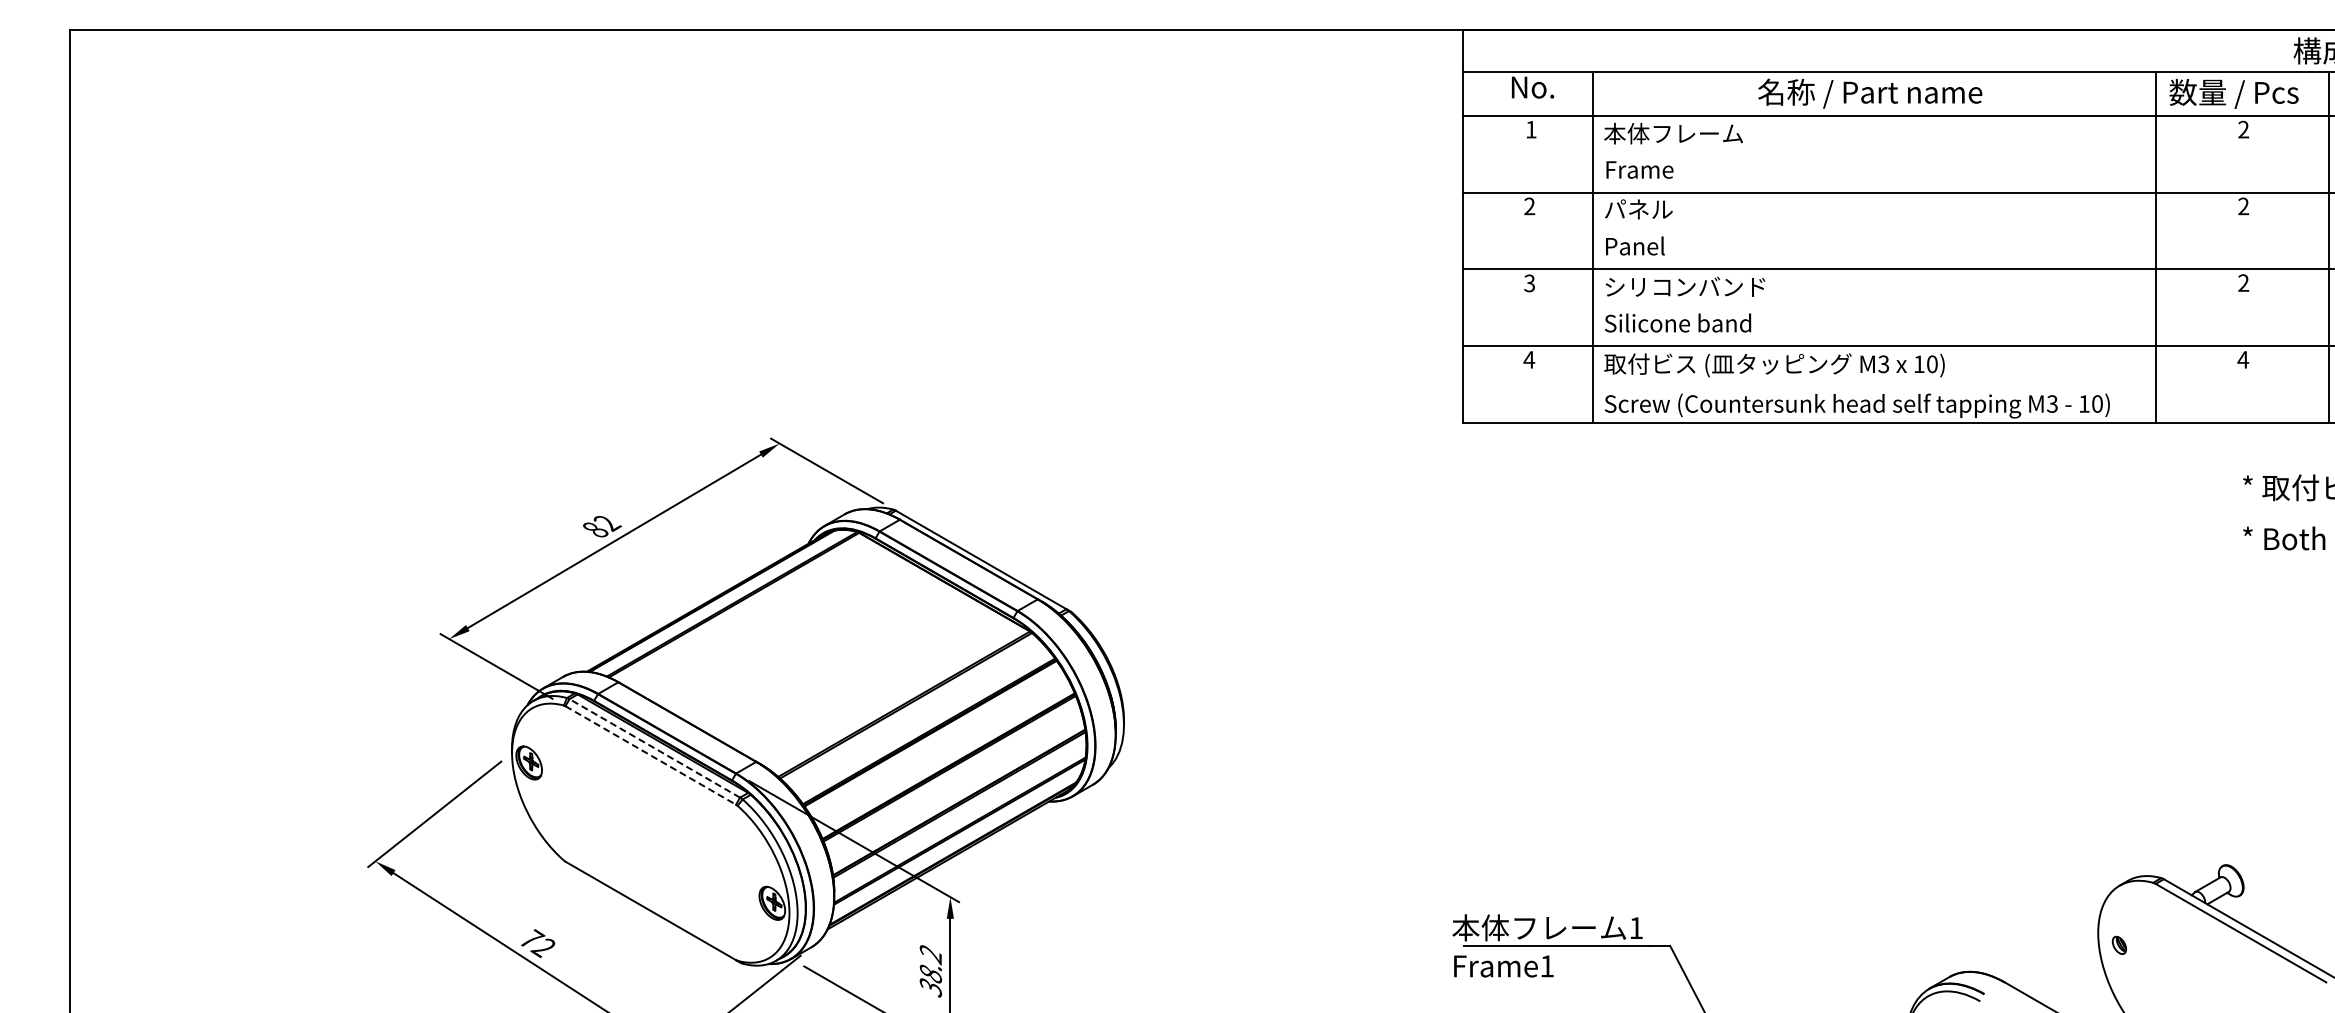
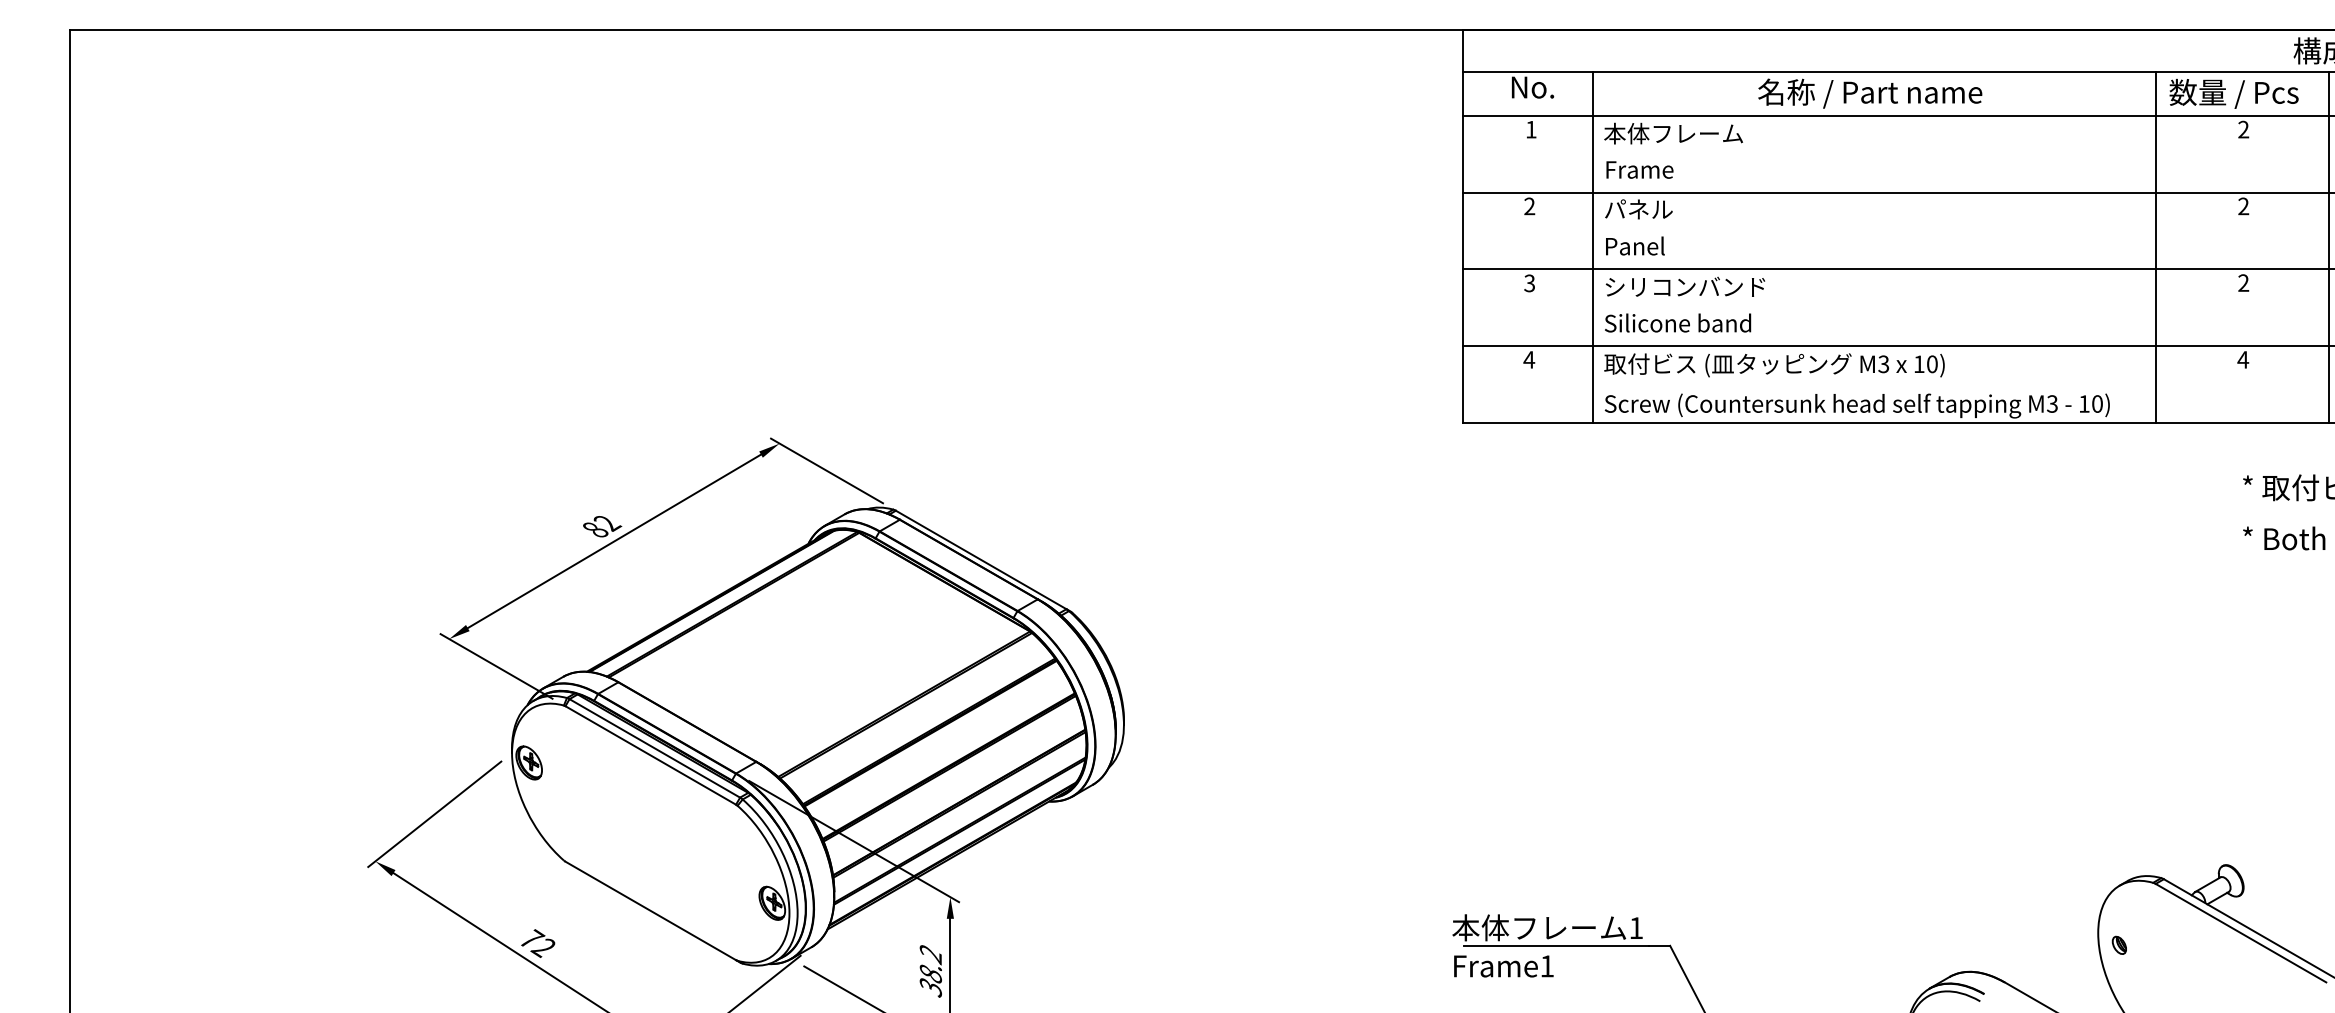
line at (654, 748): dashed -> solid
line at (651, 755): dashed -> solid
